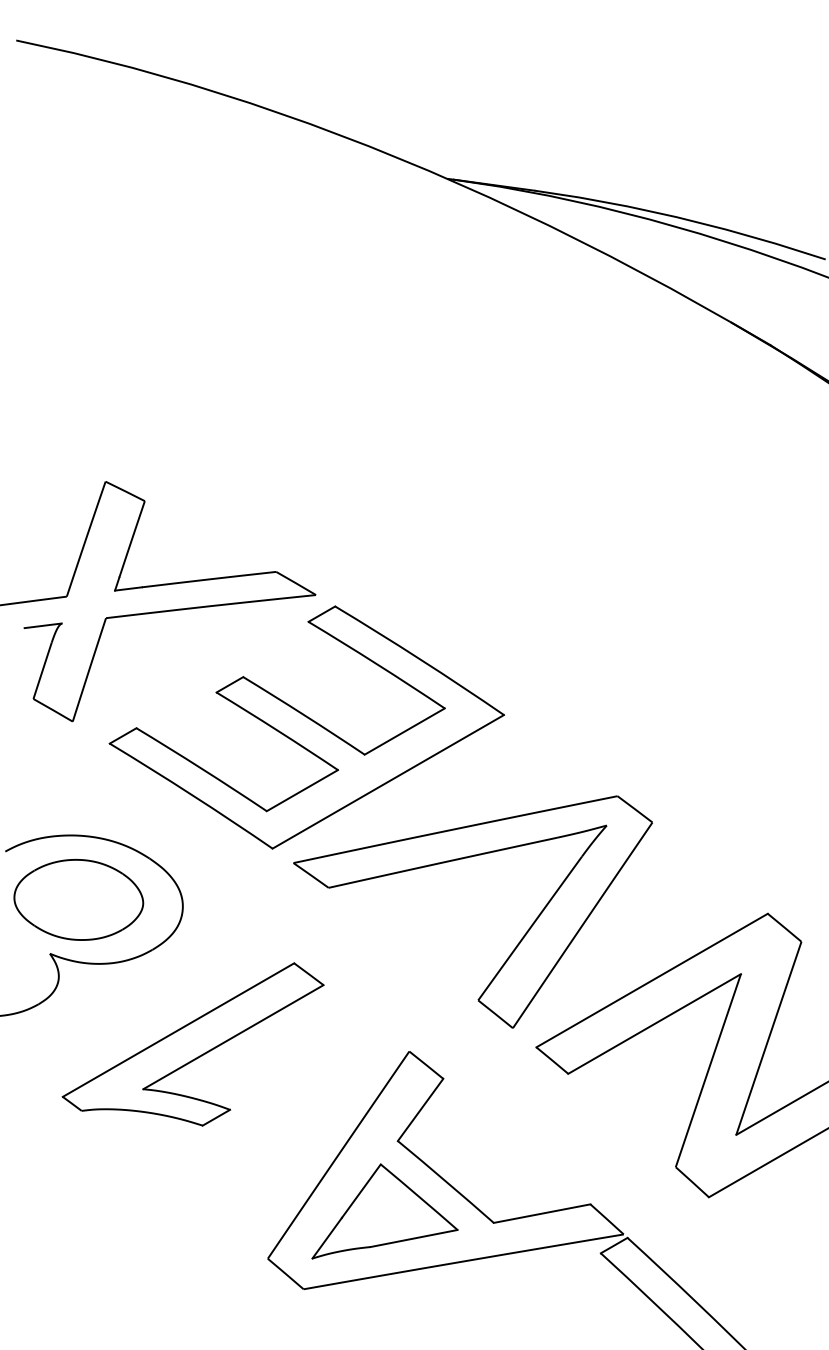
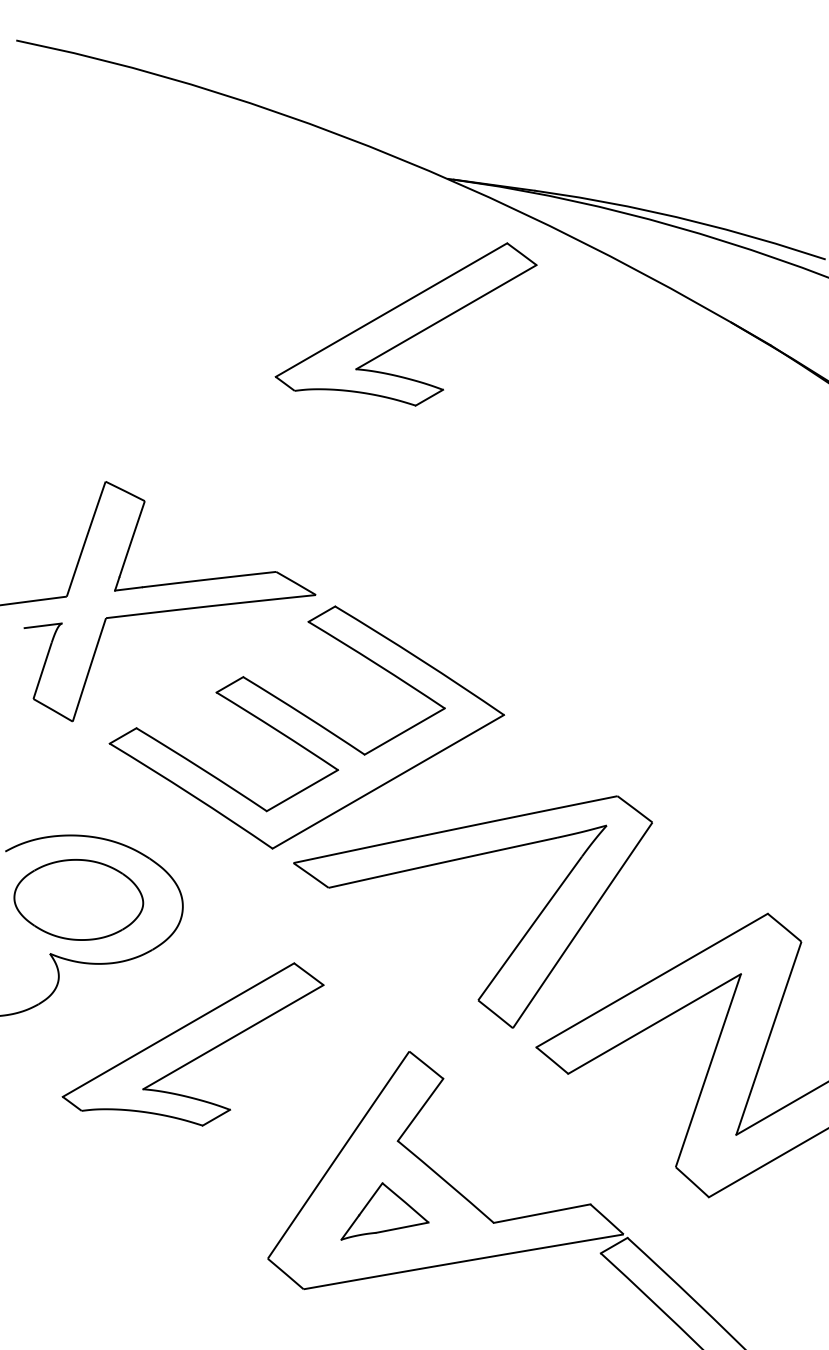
part at (405, 324): none -> present
part at (384, 1211) size: 148x97 px -> 90x59 px
